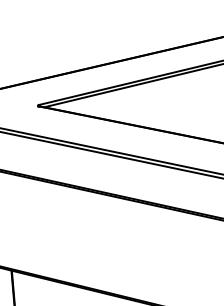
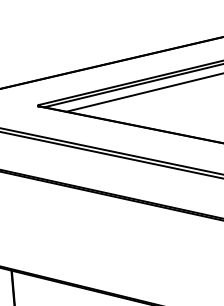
line at (143, 92): none -> present
